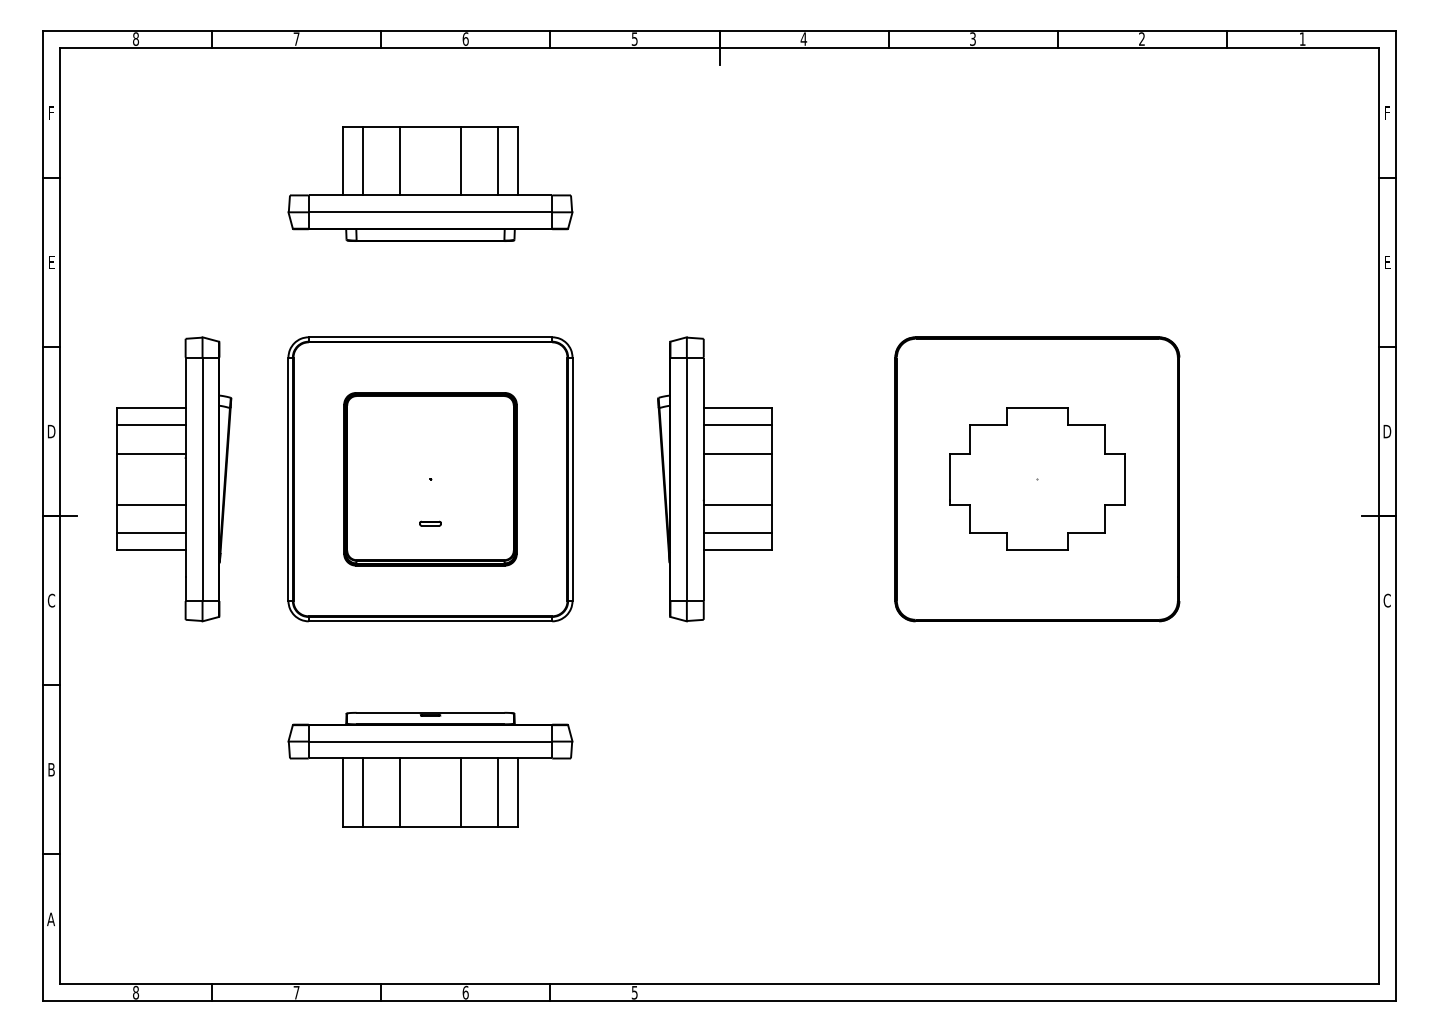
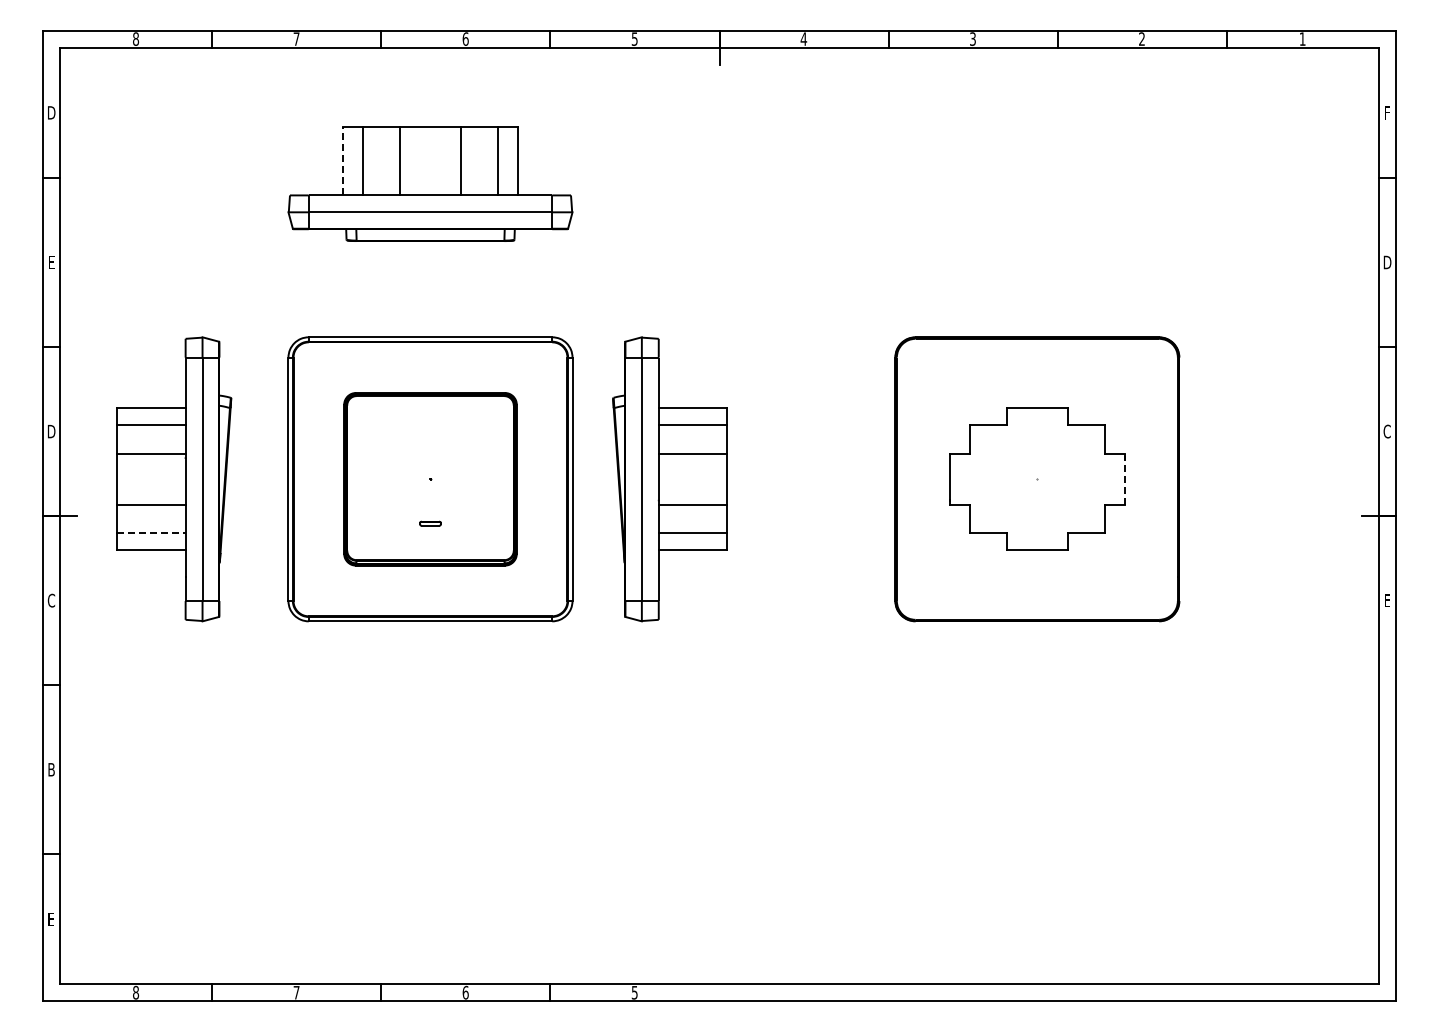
text at (51, 112): F -> D
line at (342, 160): solid -> dashed
text at (1387, 262): E -> D
text at (1387, 431): D -> C
part at (714, 479) position: (714, 479) -> (669, 479)
line at (1125, 479): solid -> dashed
line at (151, 533): solid -> dashed
text at (1386, 600): C -> E
part at (430, 769): present -> none
text at (50, 919): A -> E
